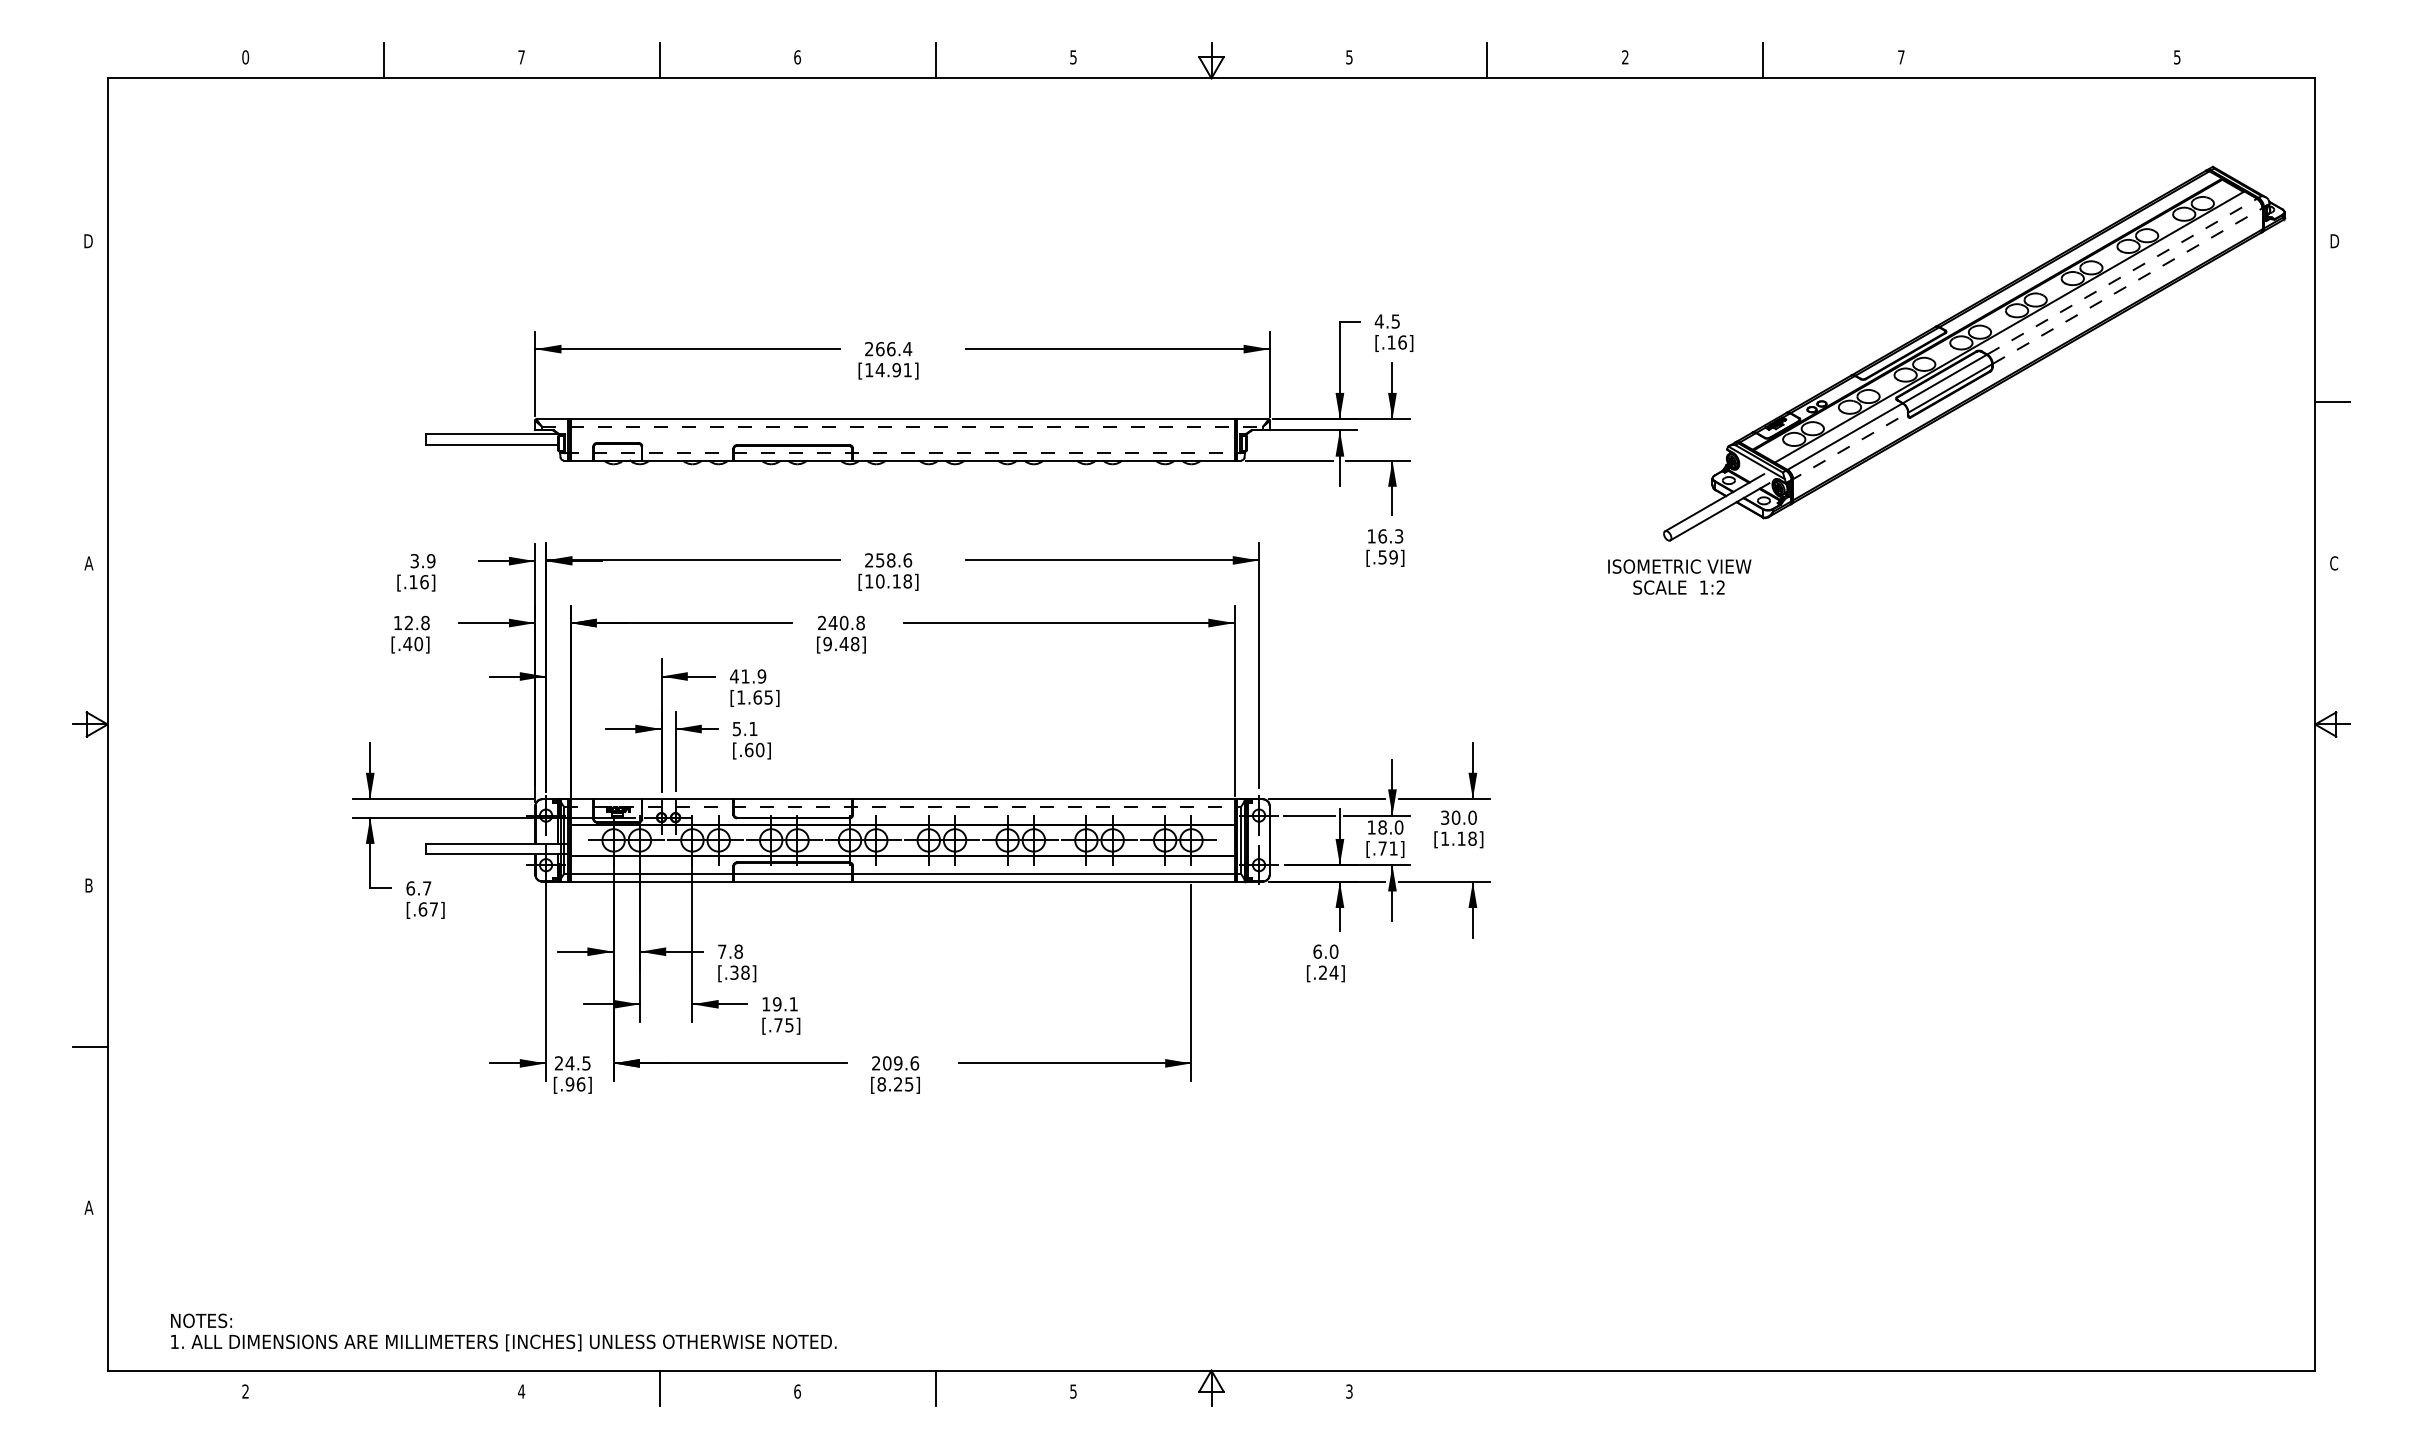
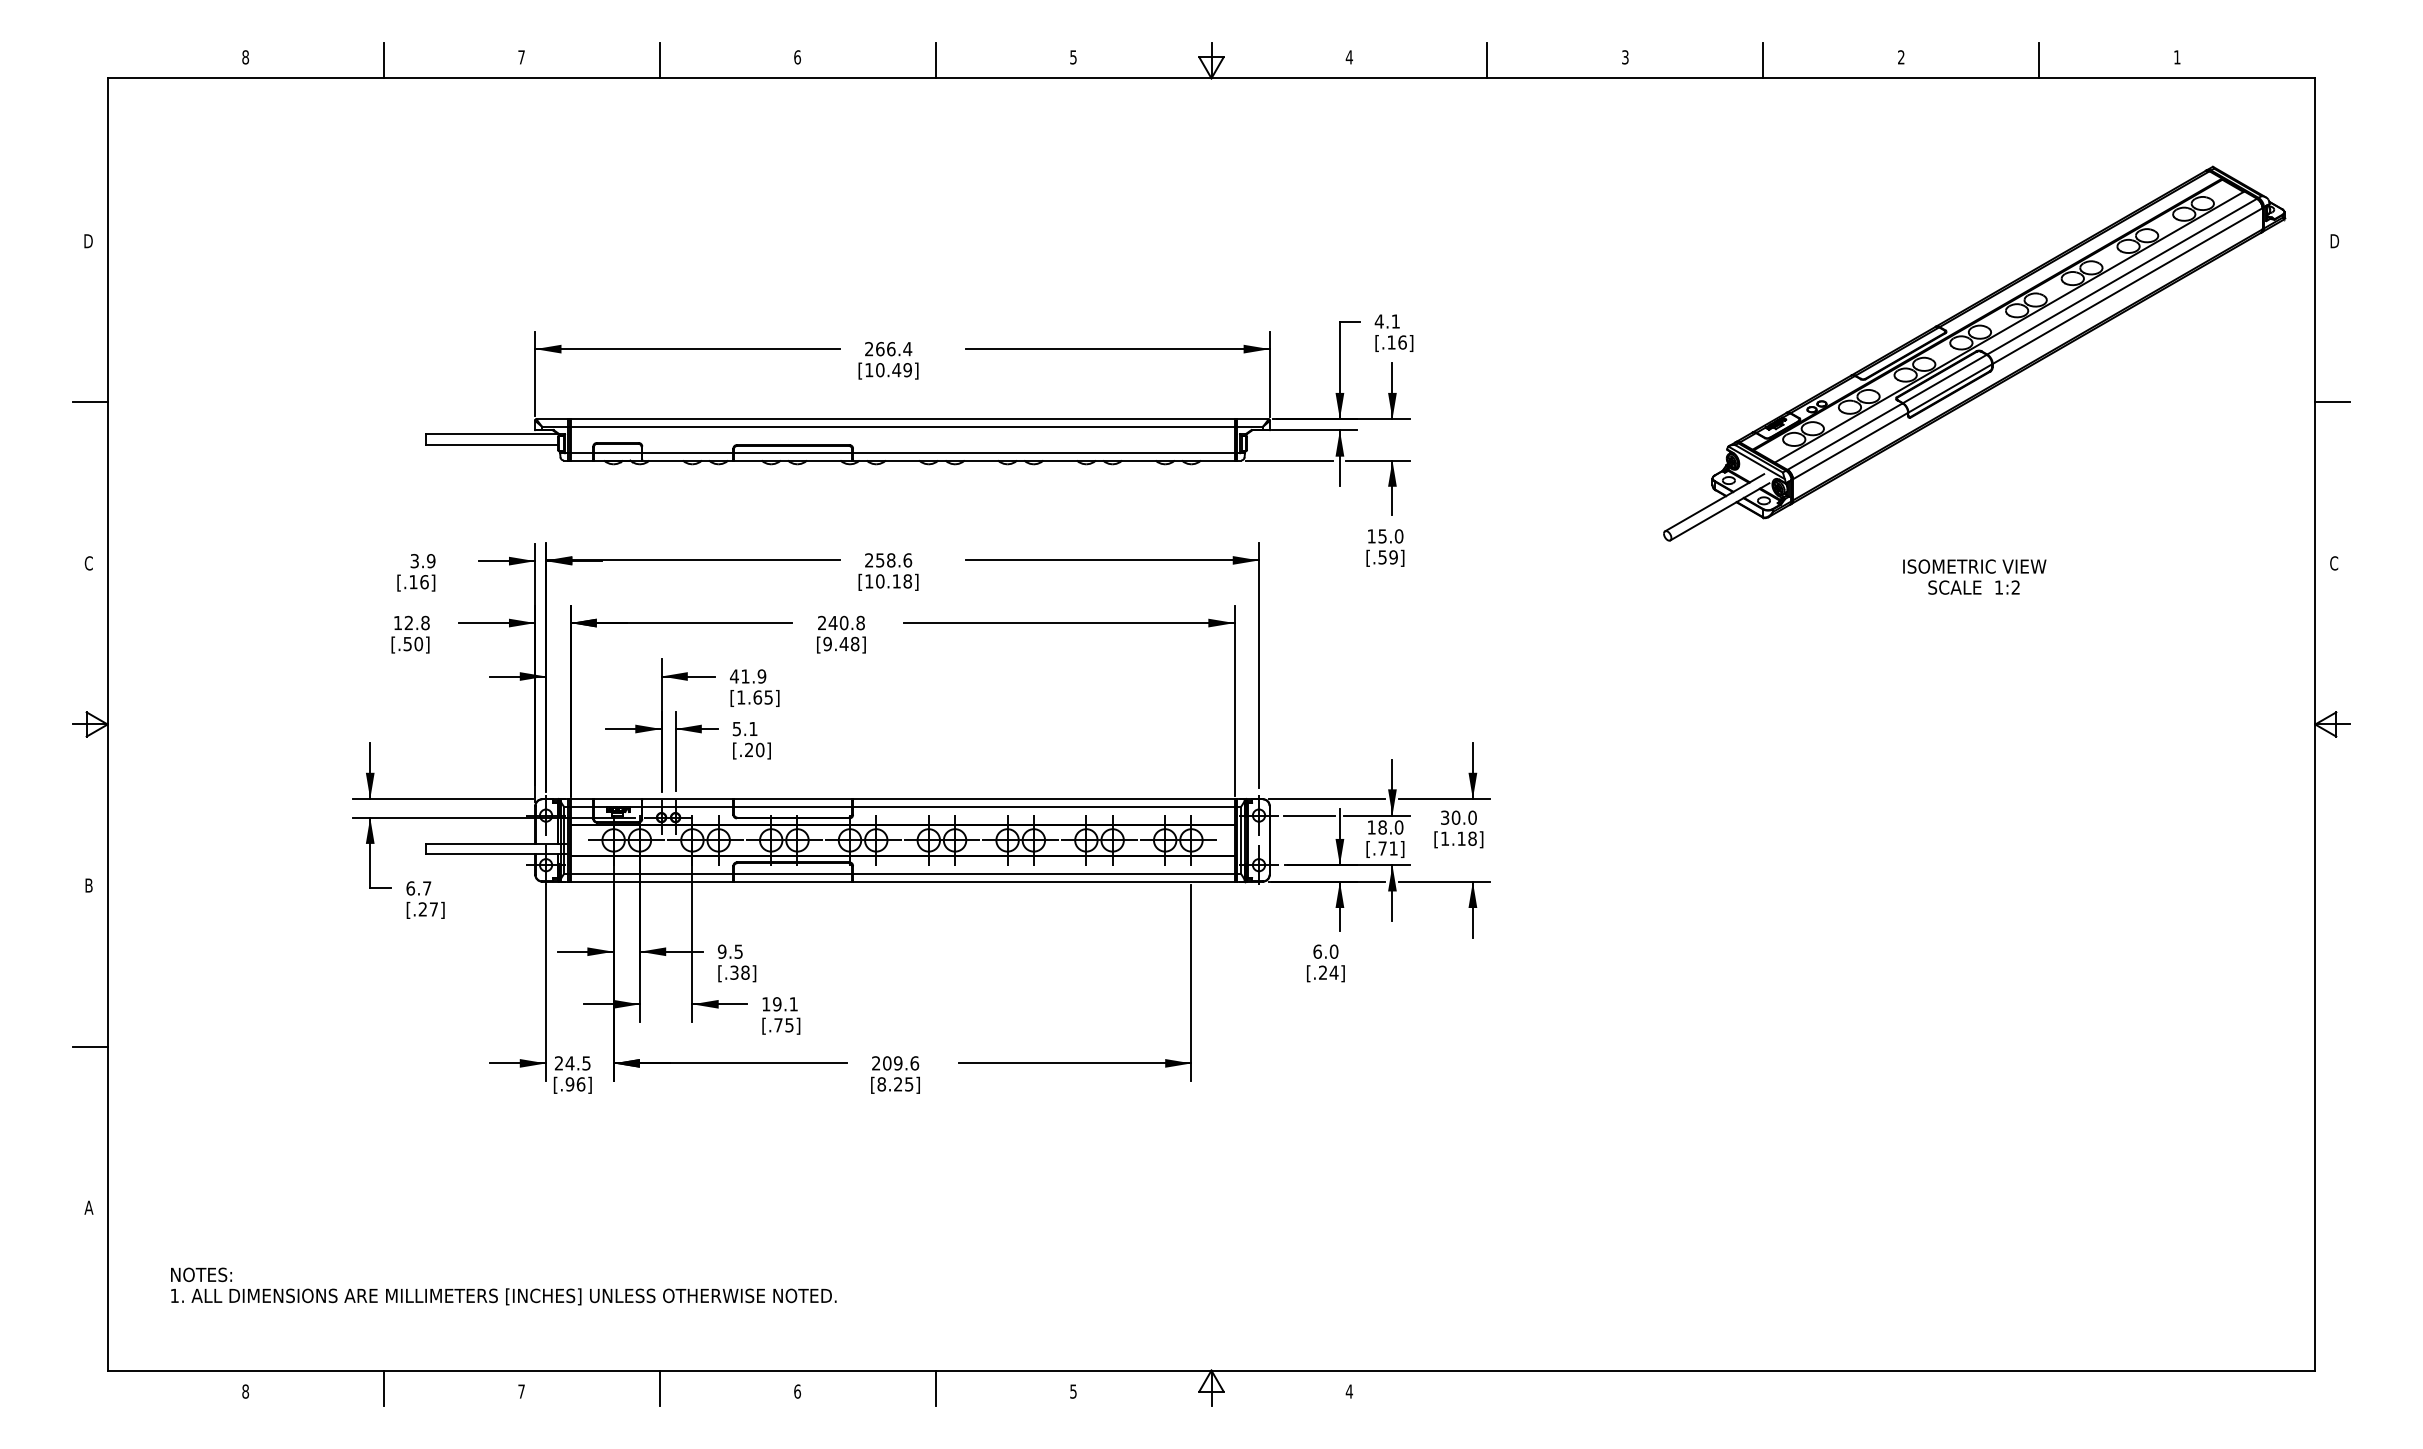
text at (245, 57): 0 -> 8
text at (1349, 57): 5 -> 4
text at (1625, 57): 2 -> 3
text at (1901, 57): 7 -> 2
text at (2177, 57): 5 -> 1
line at (2039, 60): none -> present
line at (2124, 275): dashed -> solid
line at (2129, 284): dashed -> solid
text at (1395, 321): 4.5 -> 4.1
text at (893, 370): [14.91] -> [10.49]
line at (89, 402): none -> present
line at (903, 426): dashed -> solid
line at (1848, 447): dashed -> solid
line at (902, 452): dashed -> solid
text at (1390, 536): 16.3 -> 15.0
text at (88, 563): A -> C
text at (1679, 576) position: (1679, 576) -> (1974, 576)
text at (407, 644): [.40] -> [.50]
text at (749, 749): [.60] -> [.20]
line at (902, 806): dashed -> solid
text at (422, 909): [.67] -> [.27]
text at (729, 951): 7.8 -> 9.5
text at (503, 1332) position: (503, 1332) -> (503, 1286)
line at (383, 1387): none -> present
text at (245, 1391): 2 -> 8
text at (521, 1391): 4 -> 7
text at (1349, 1391): 3 -> 4
